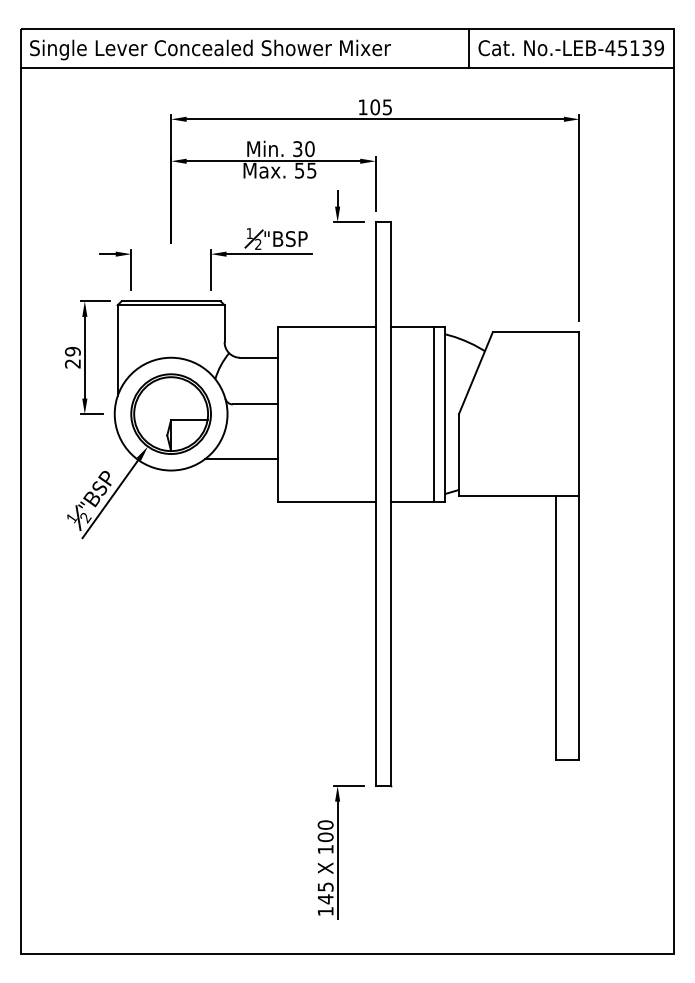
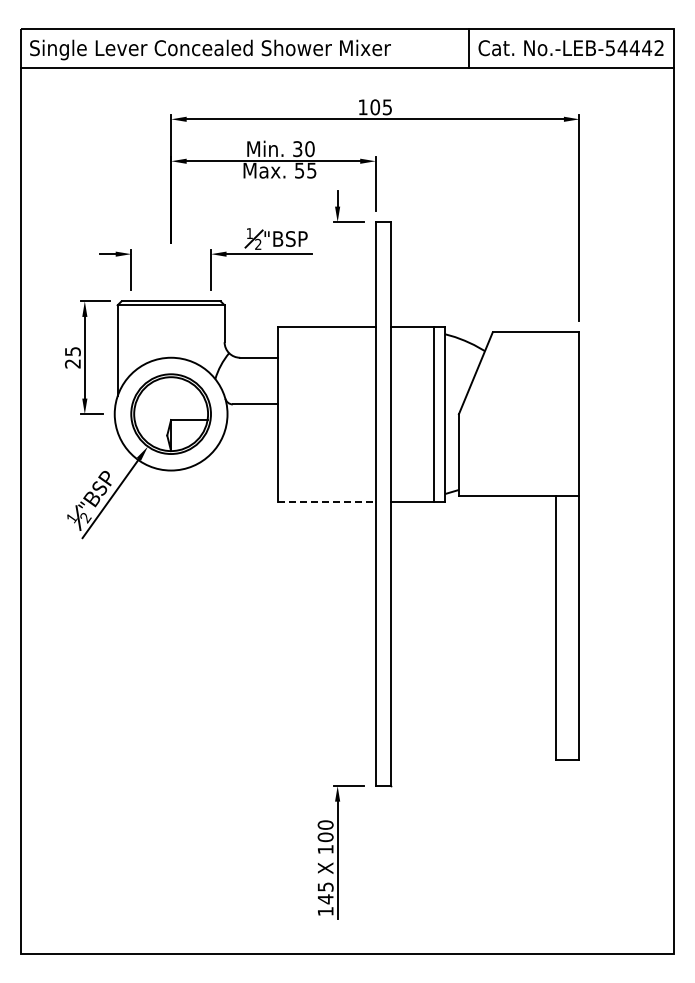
text at (634, 48): No.-LEB-45139 -> No.-LEB-54442
text at (72, 351): 29 -> 25
line at (241, 458): present -> none
line at (326, 501): solid -> dashed
